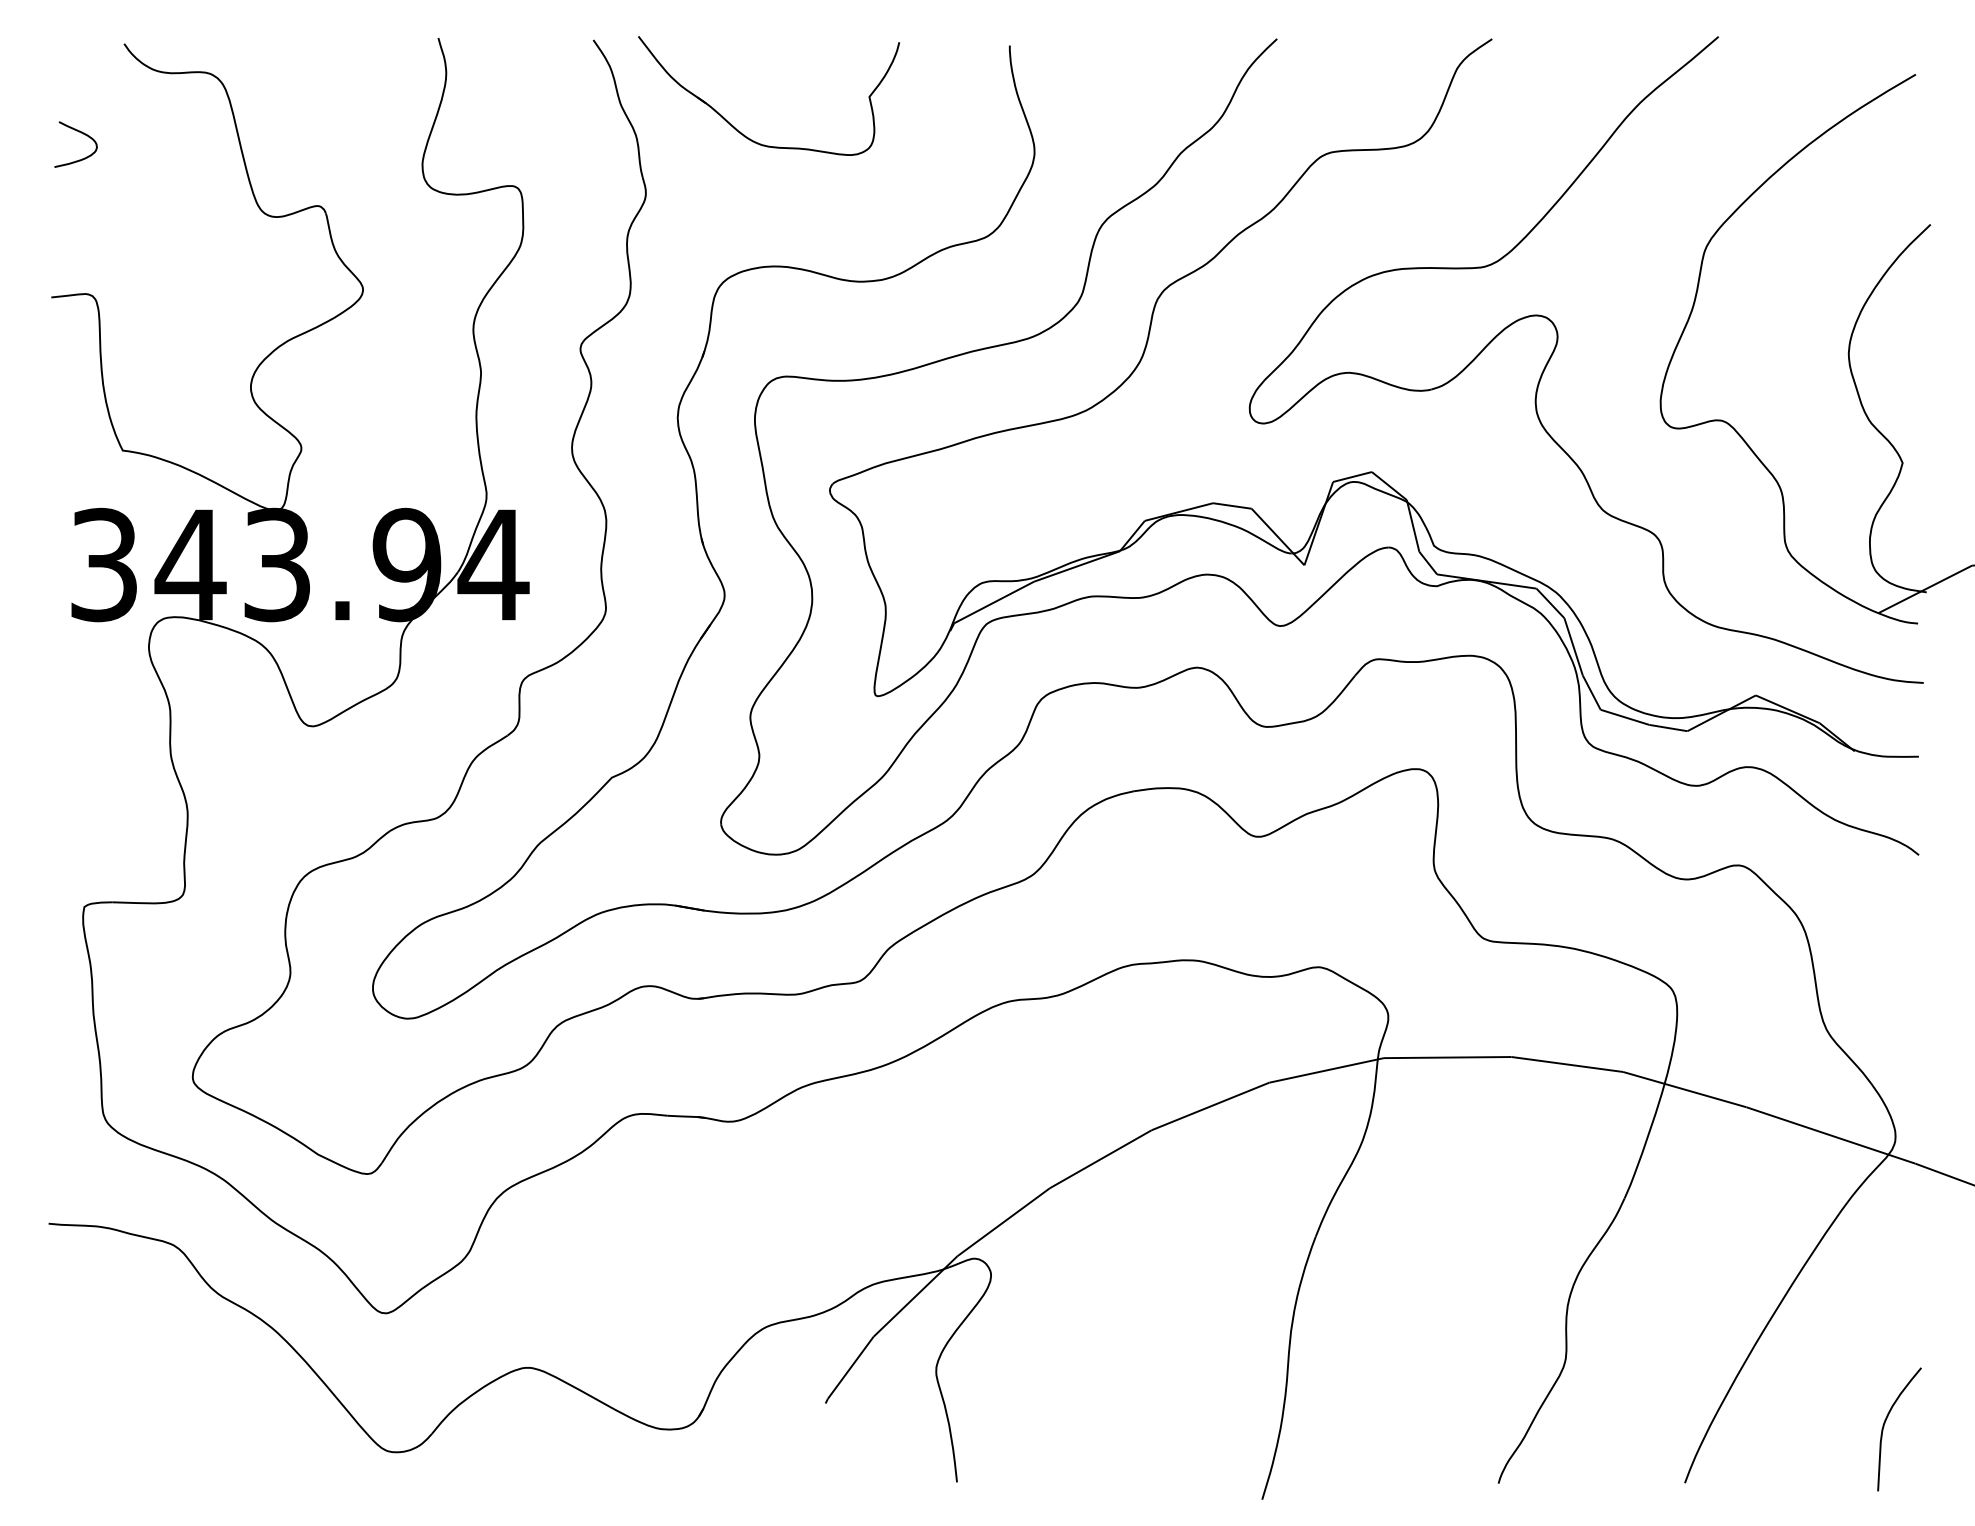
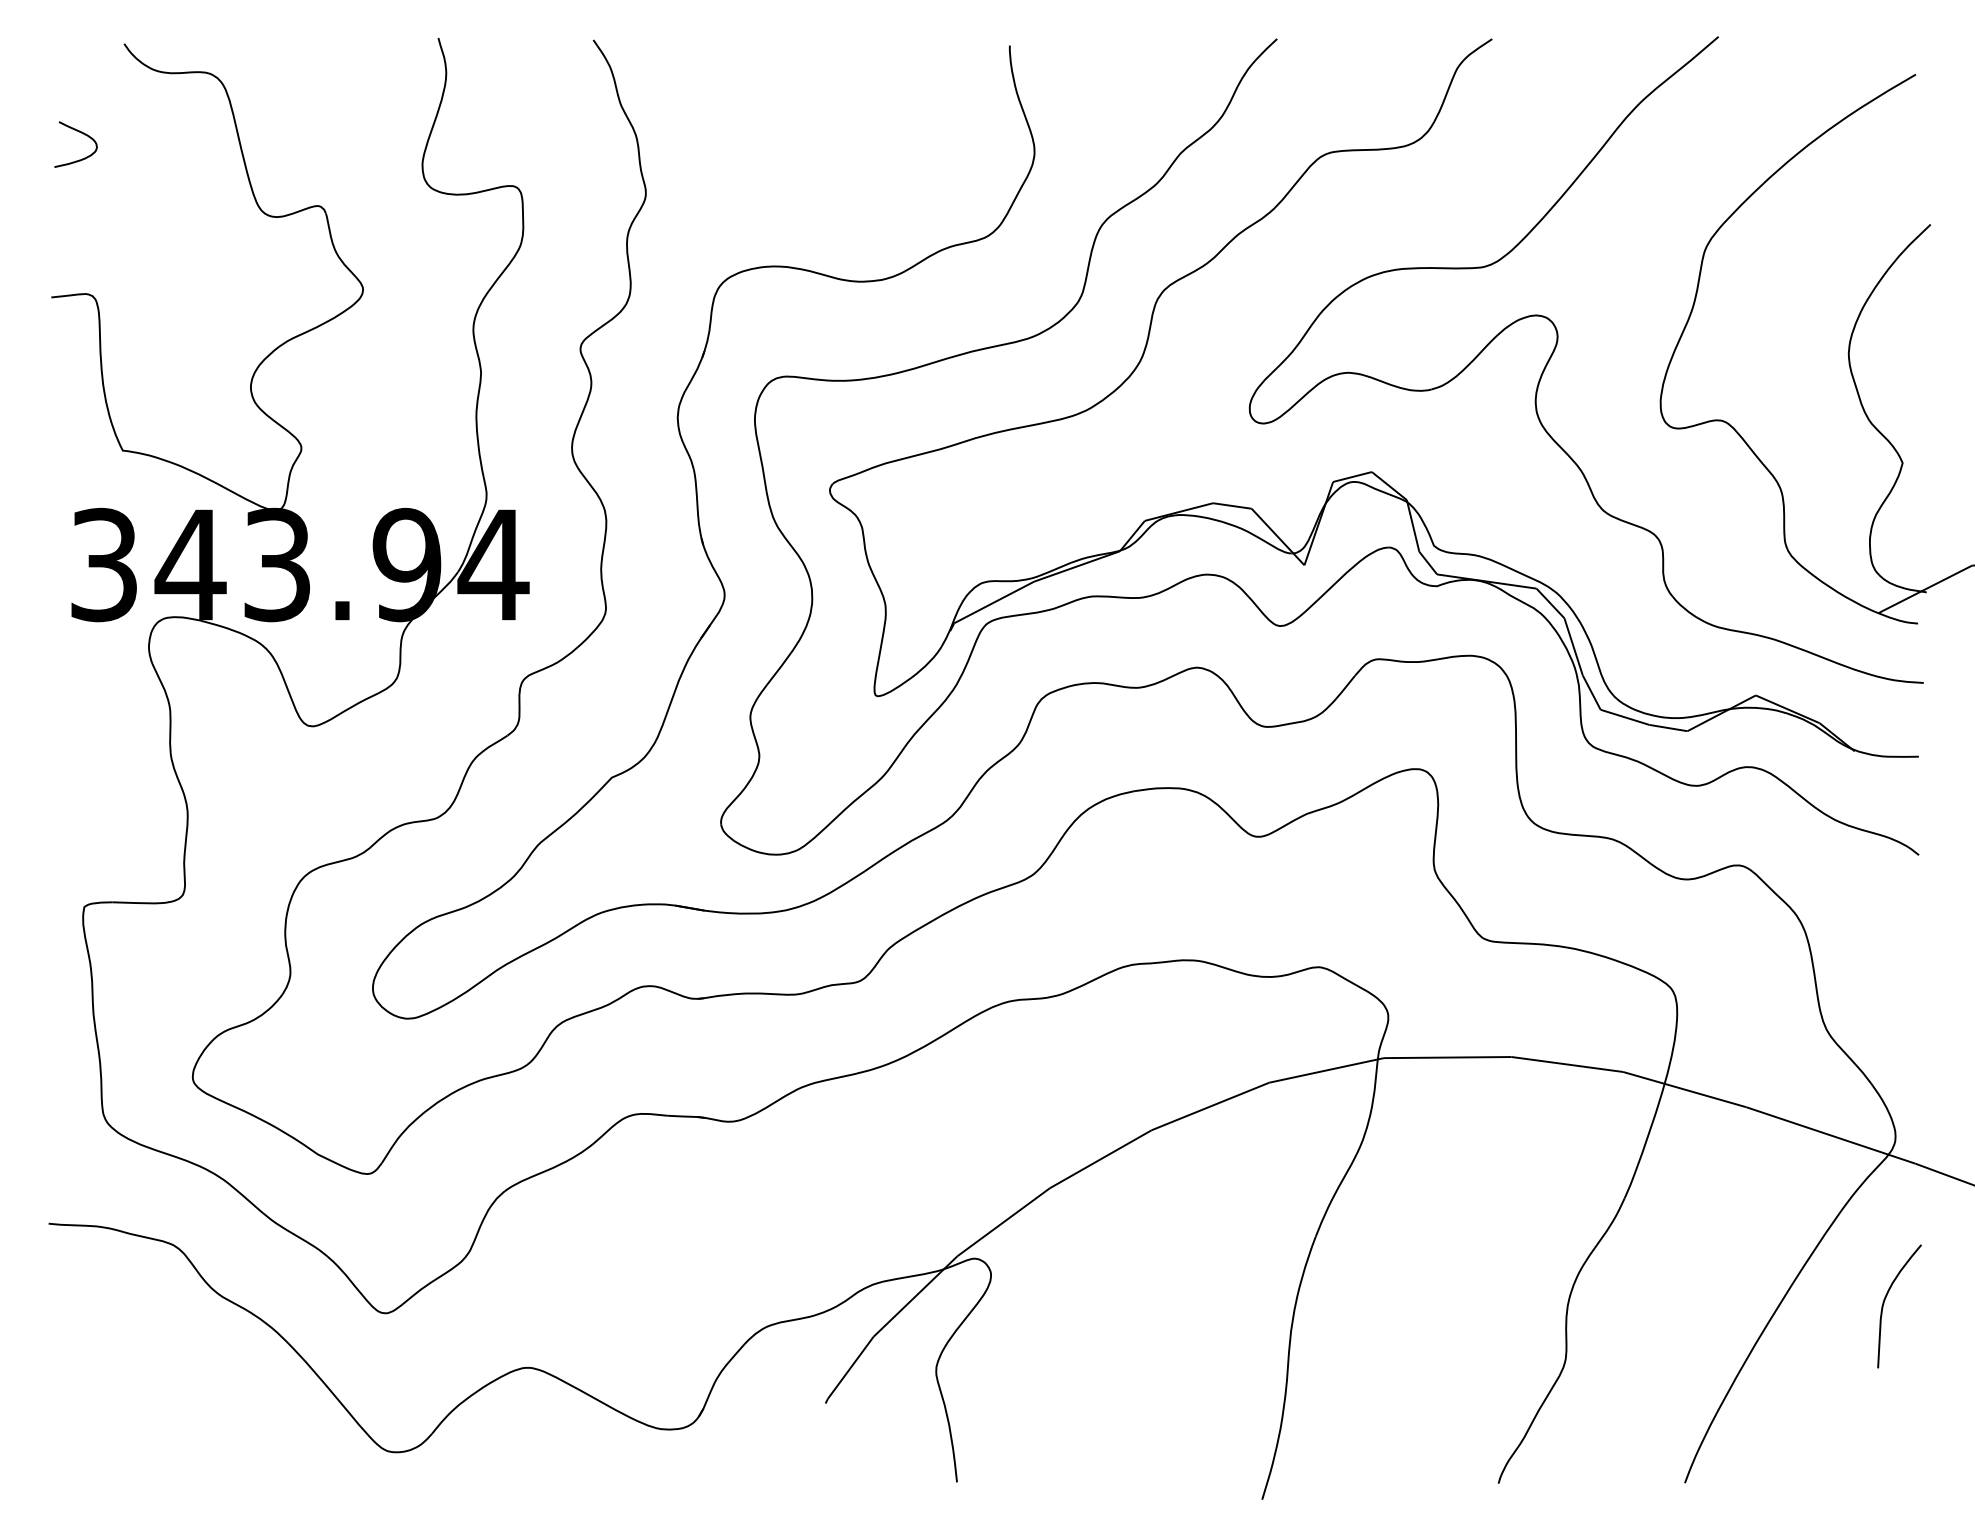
part at (740, 131): present -> none
curve at (1885, 1423) position: (1885, 1423) -> (1885, 1300)
